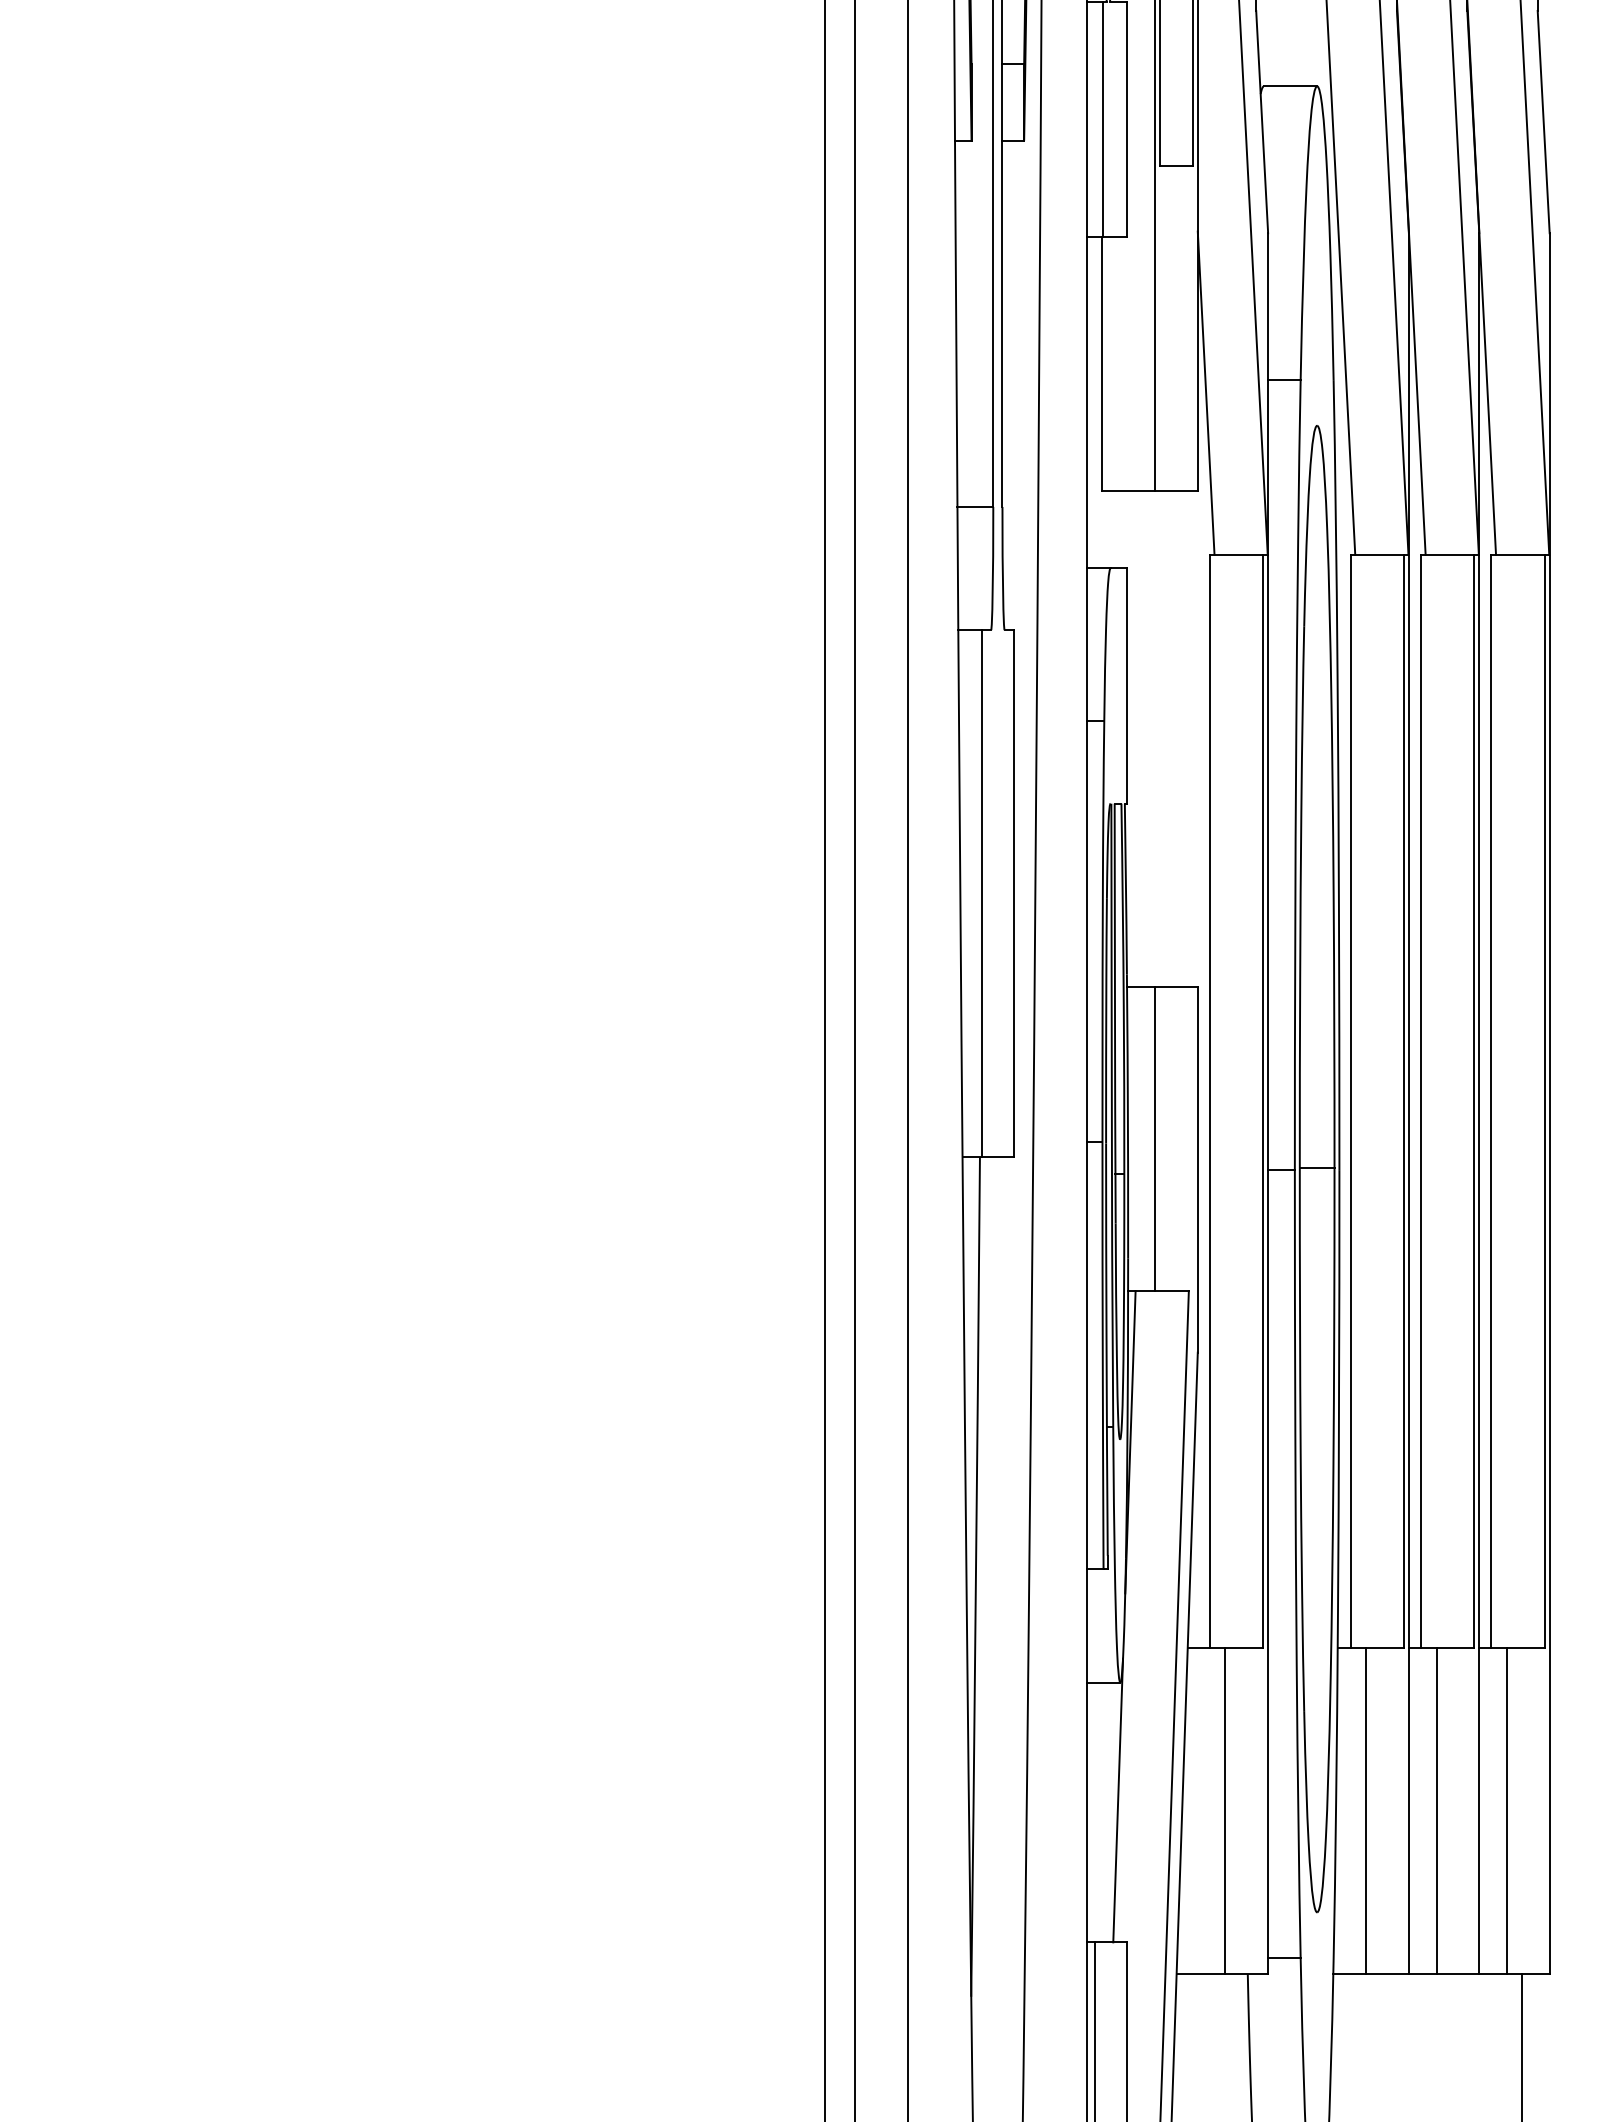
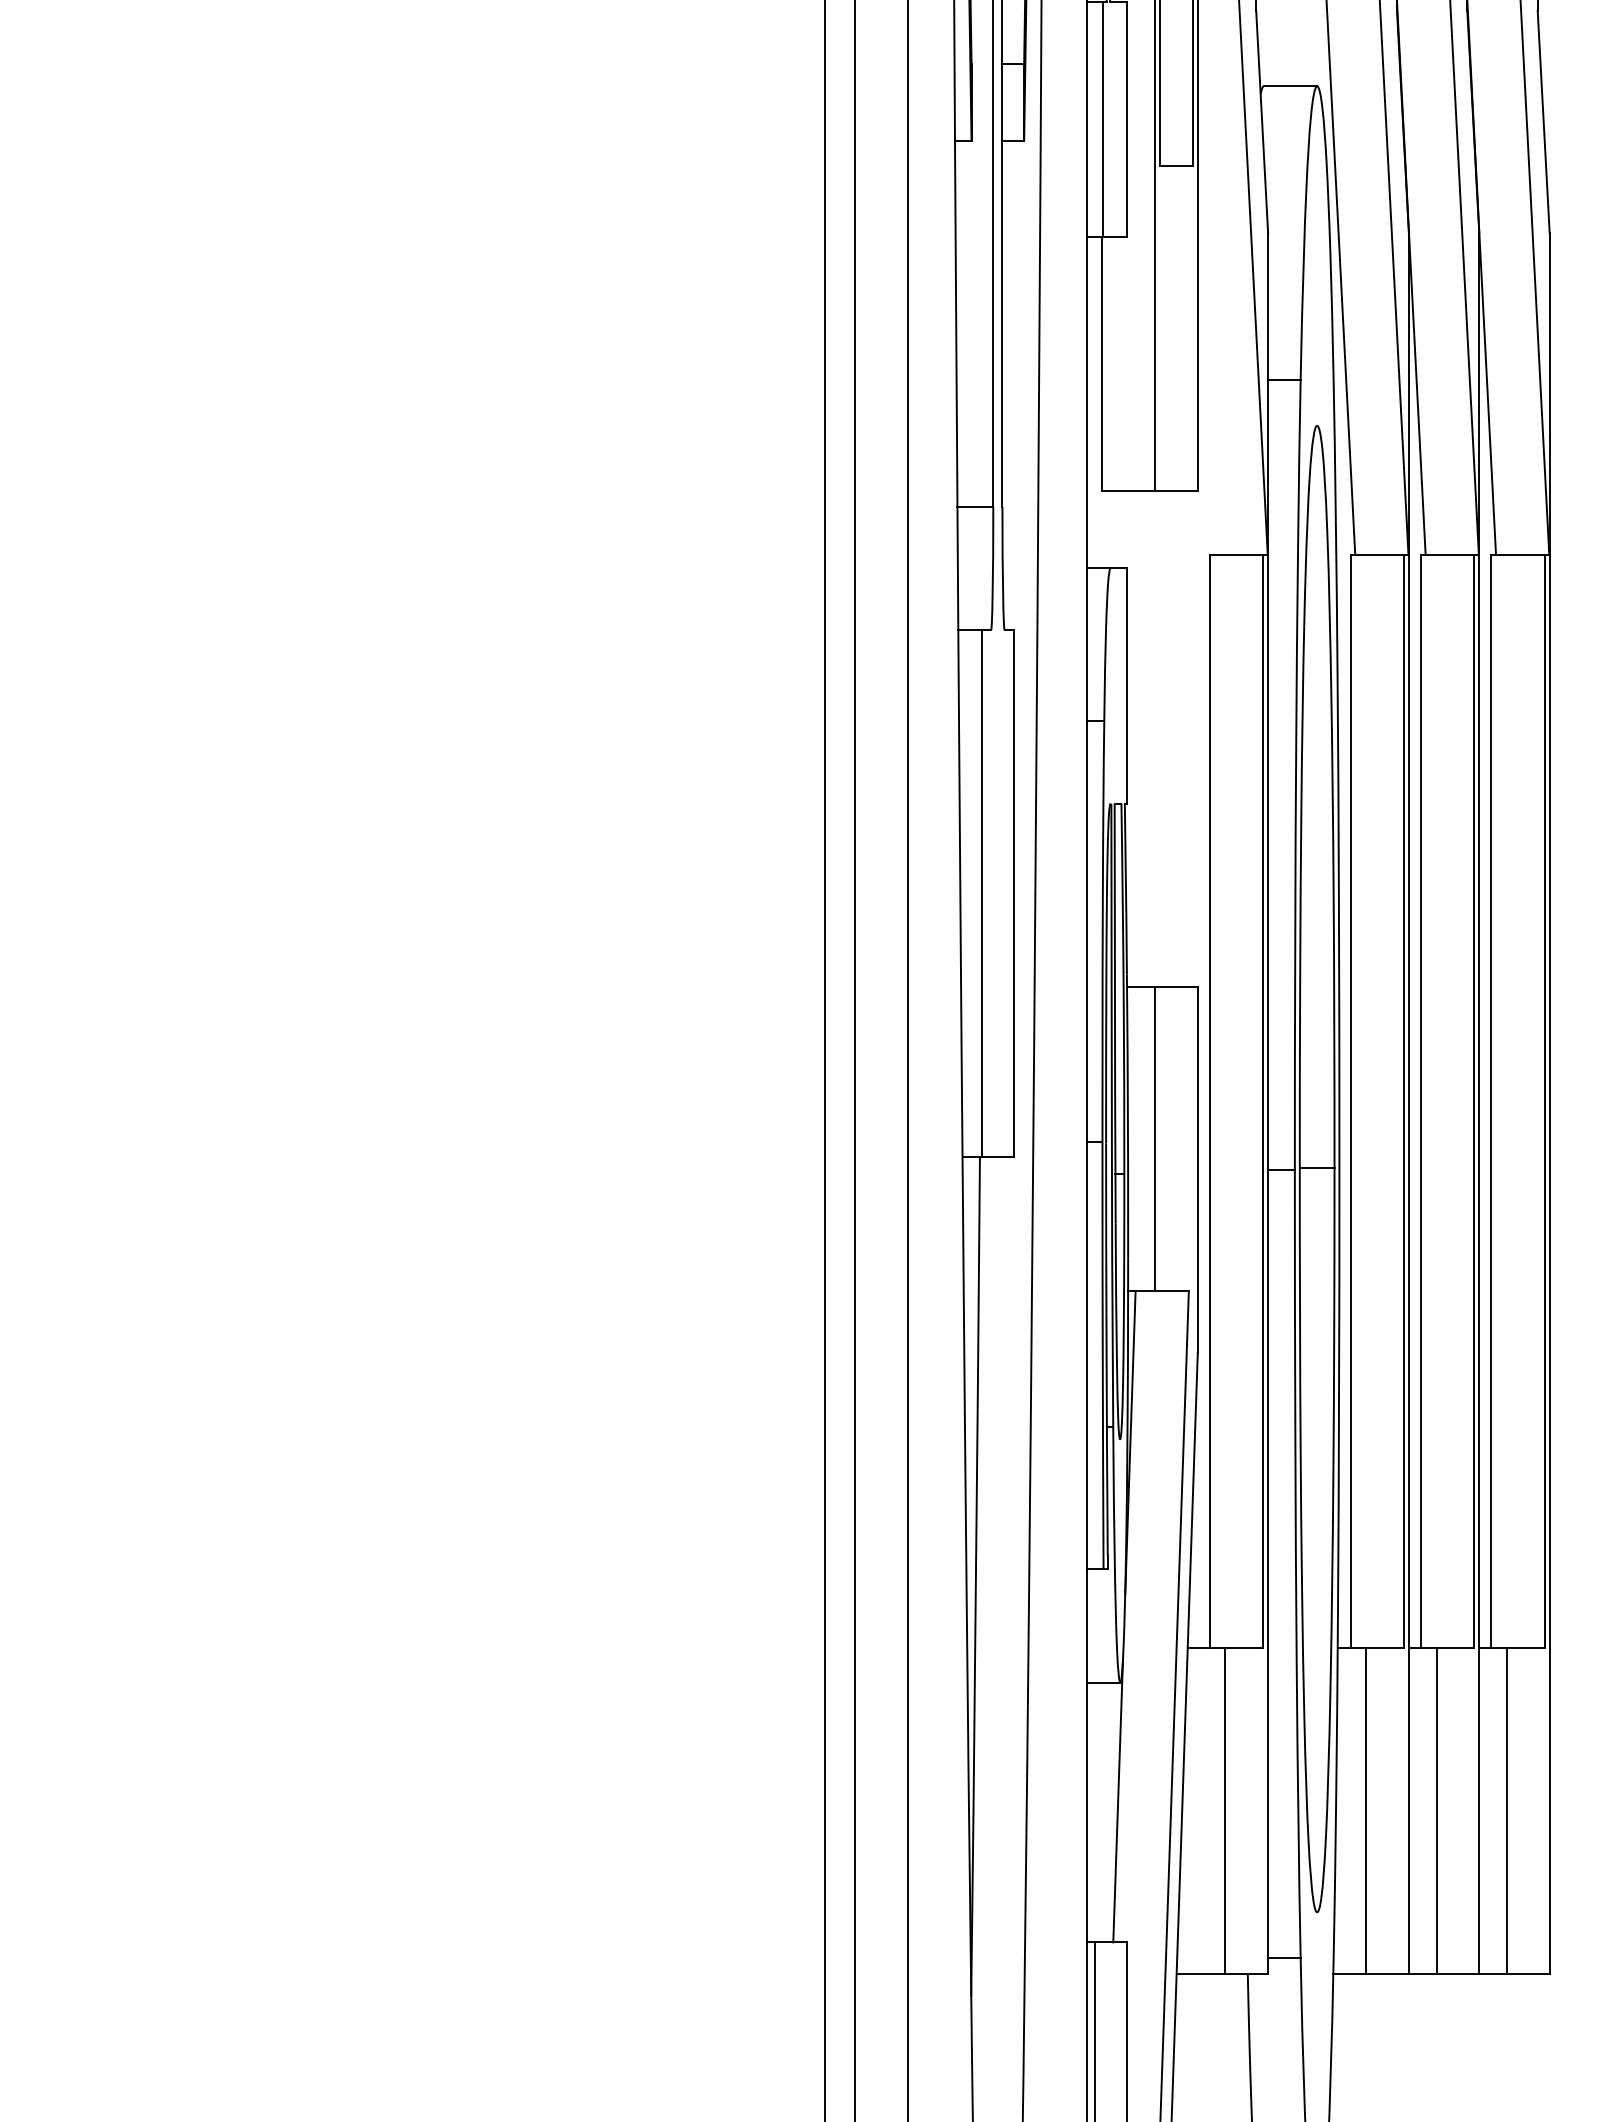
line at (1205, 392): present -> none
line at (1521, 2045): present -> none
